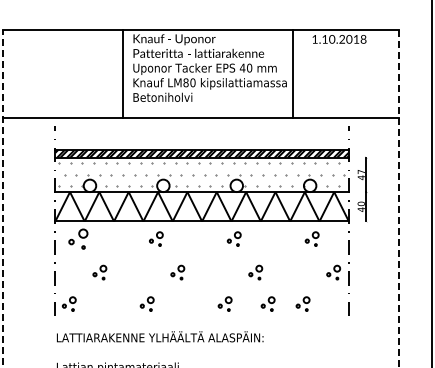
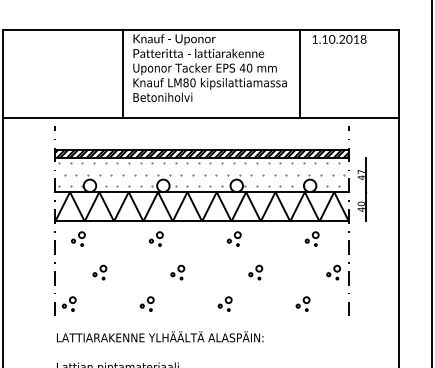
line at (293, 73) position: (293, 73) -> (300, 73)
line at (2, 199): dashed -> solid
line at (399, 199): dashed -> solid
part at (78, 238) size: 21x22 px -> 15x16 px
part at (267, 303): present -> none
